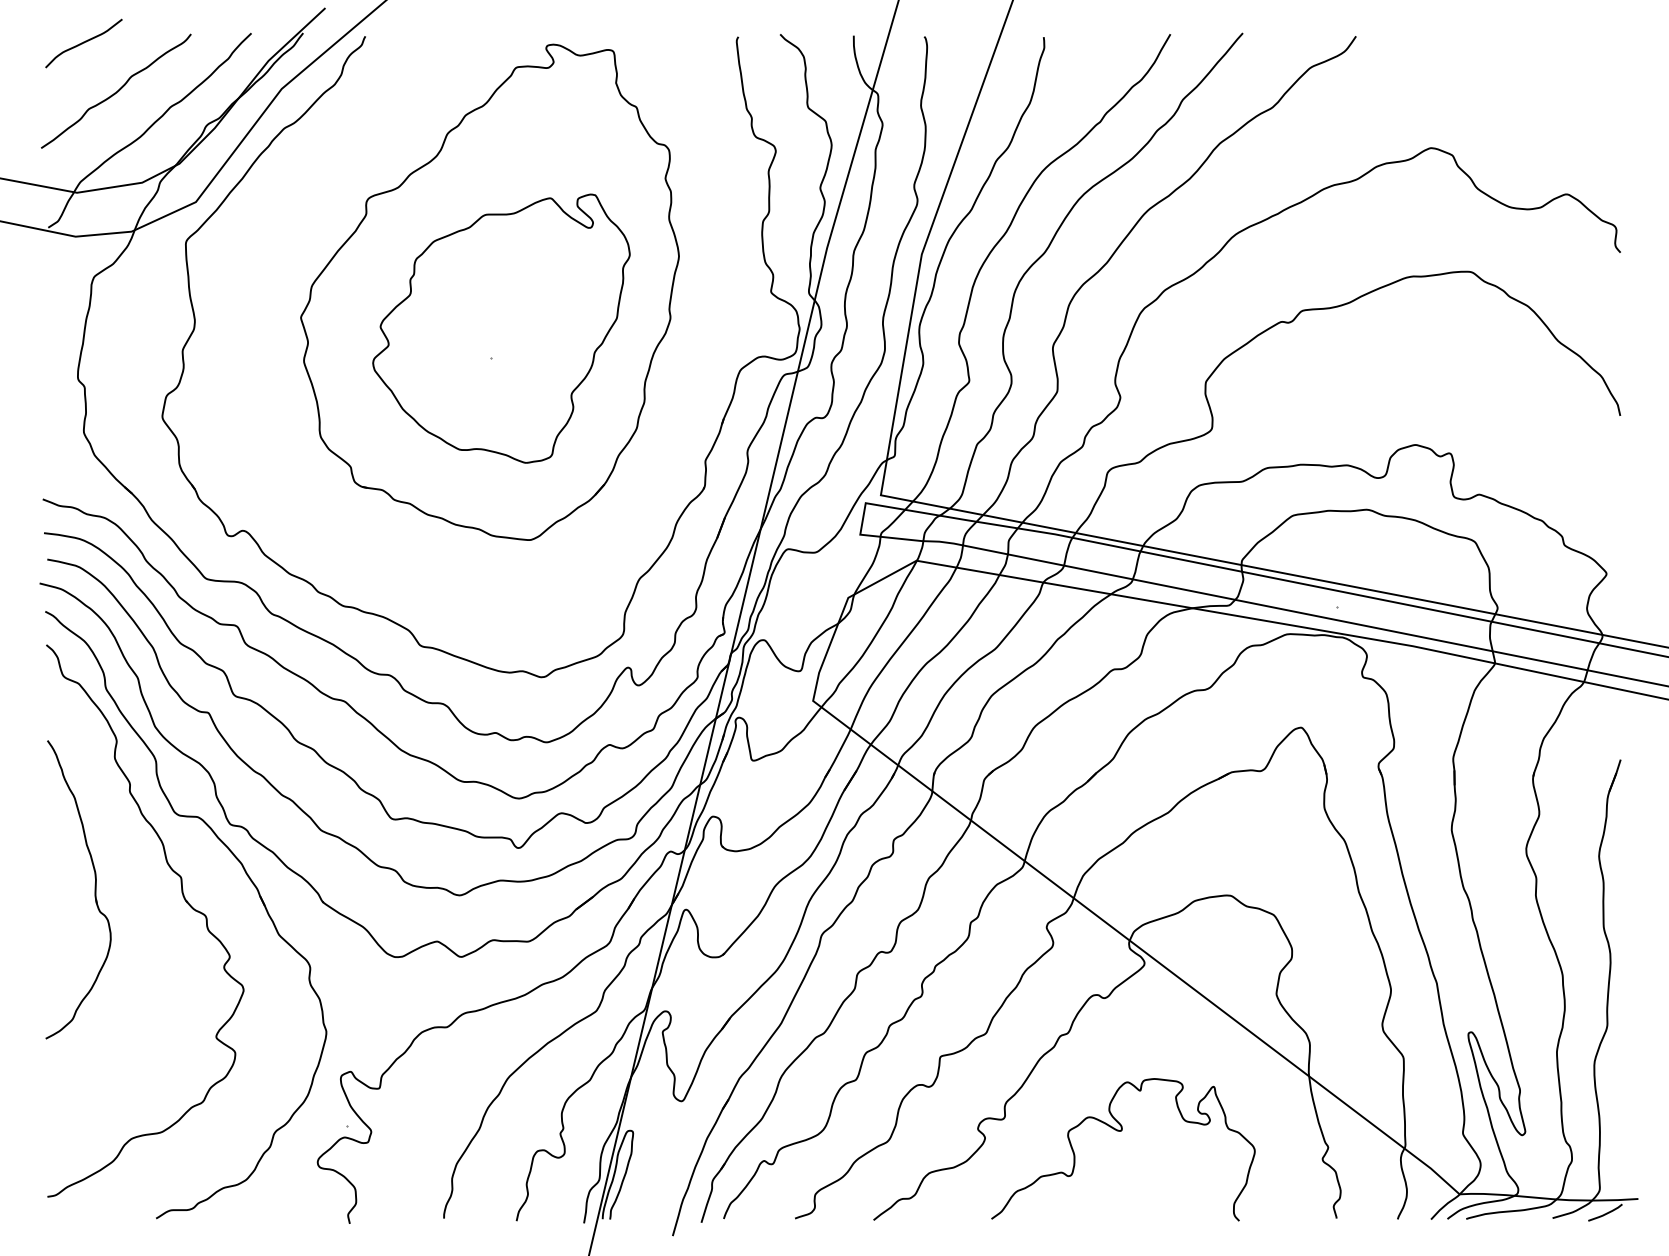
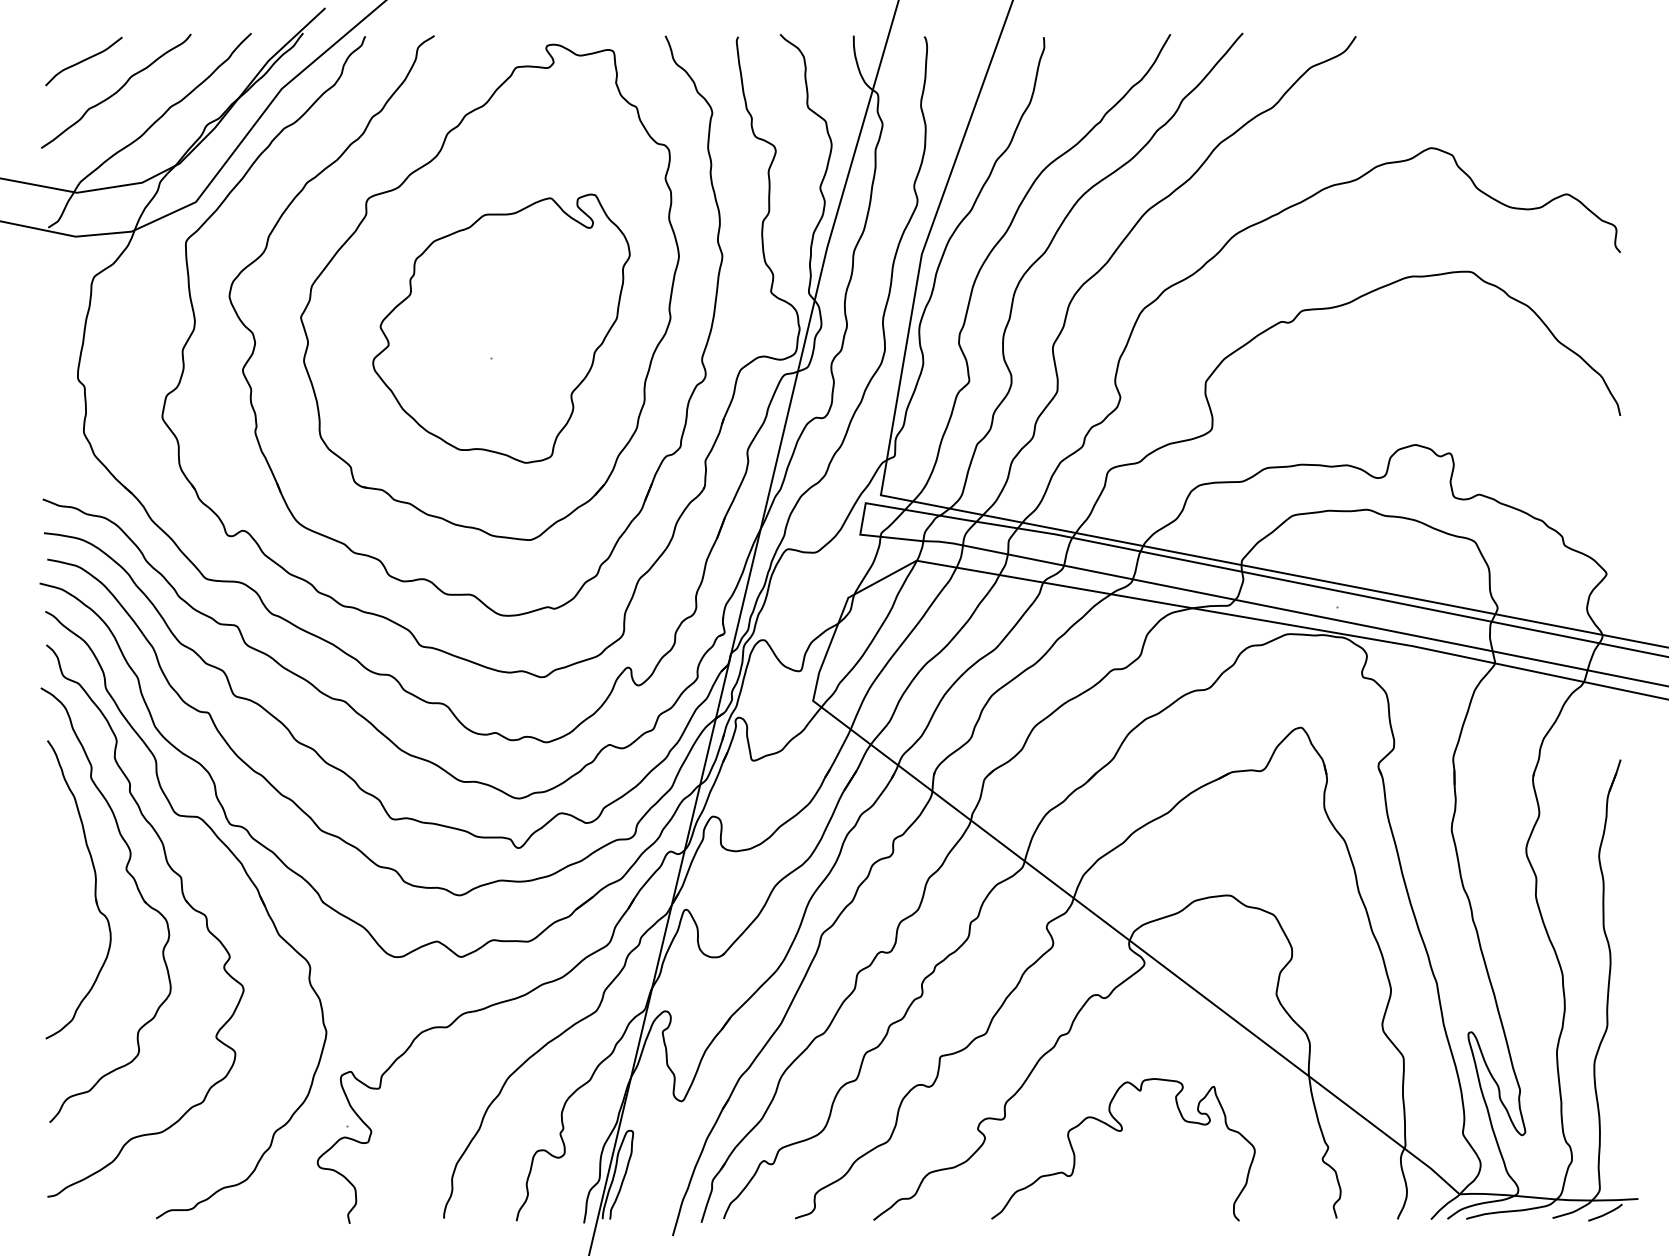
curve at (83, 43) position: (83, 43) -> (83, 61)
part at (334, 163): none -> present
part at (137, 890): none -> present
